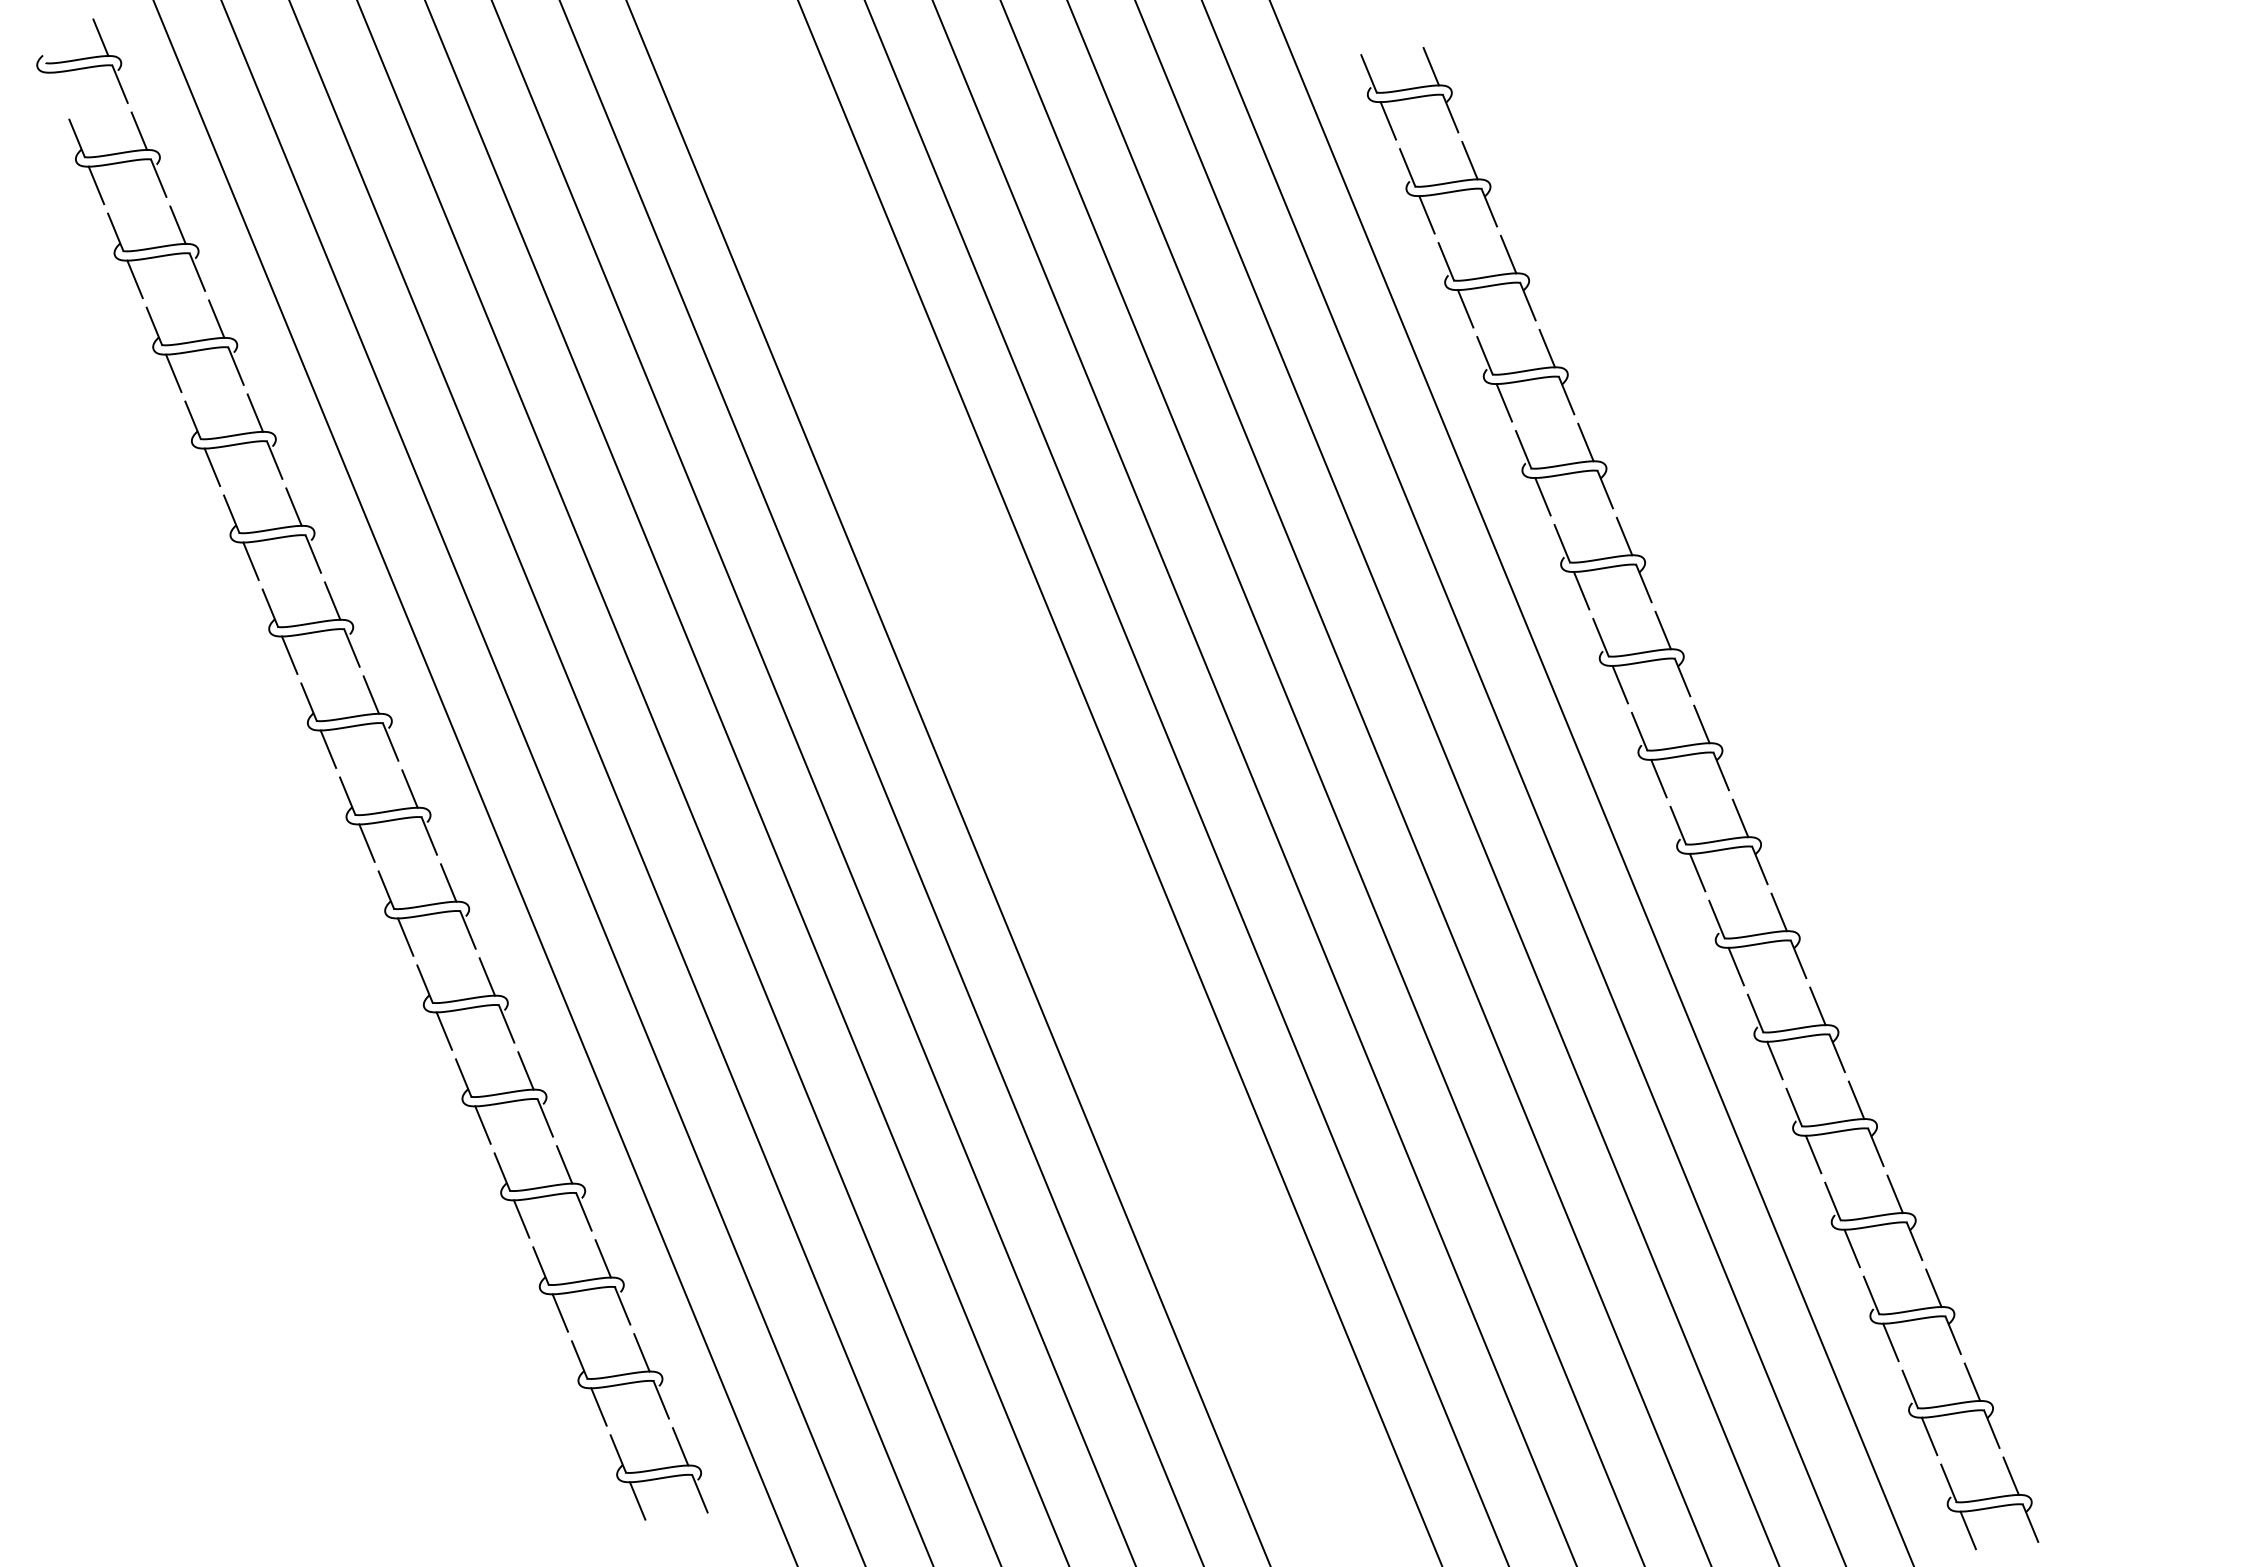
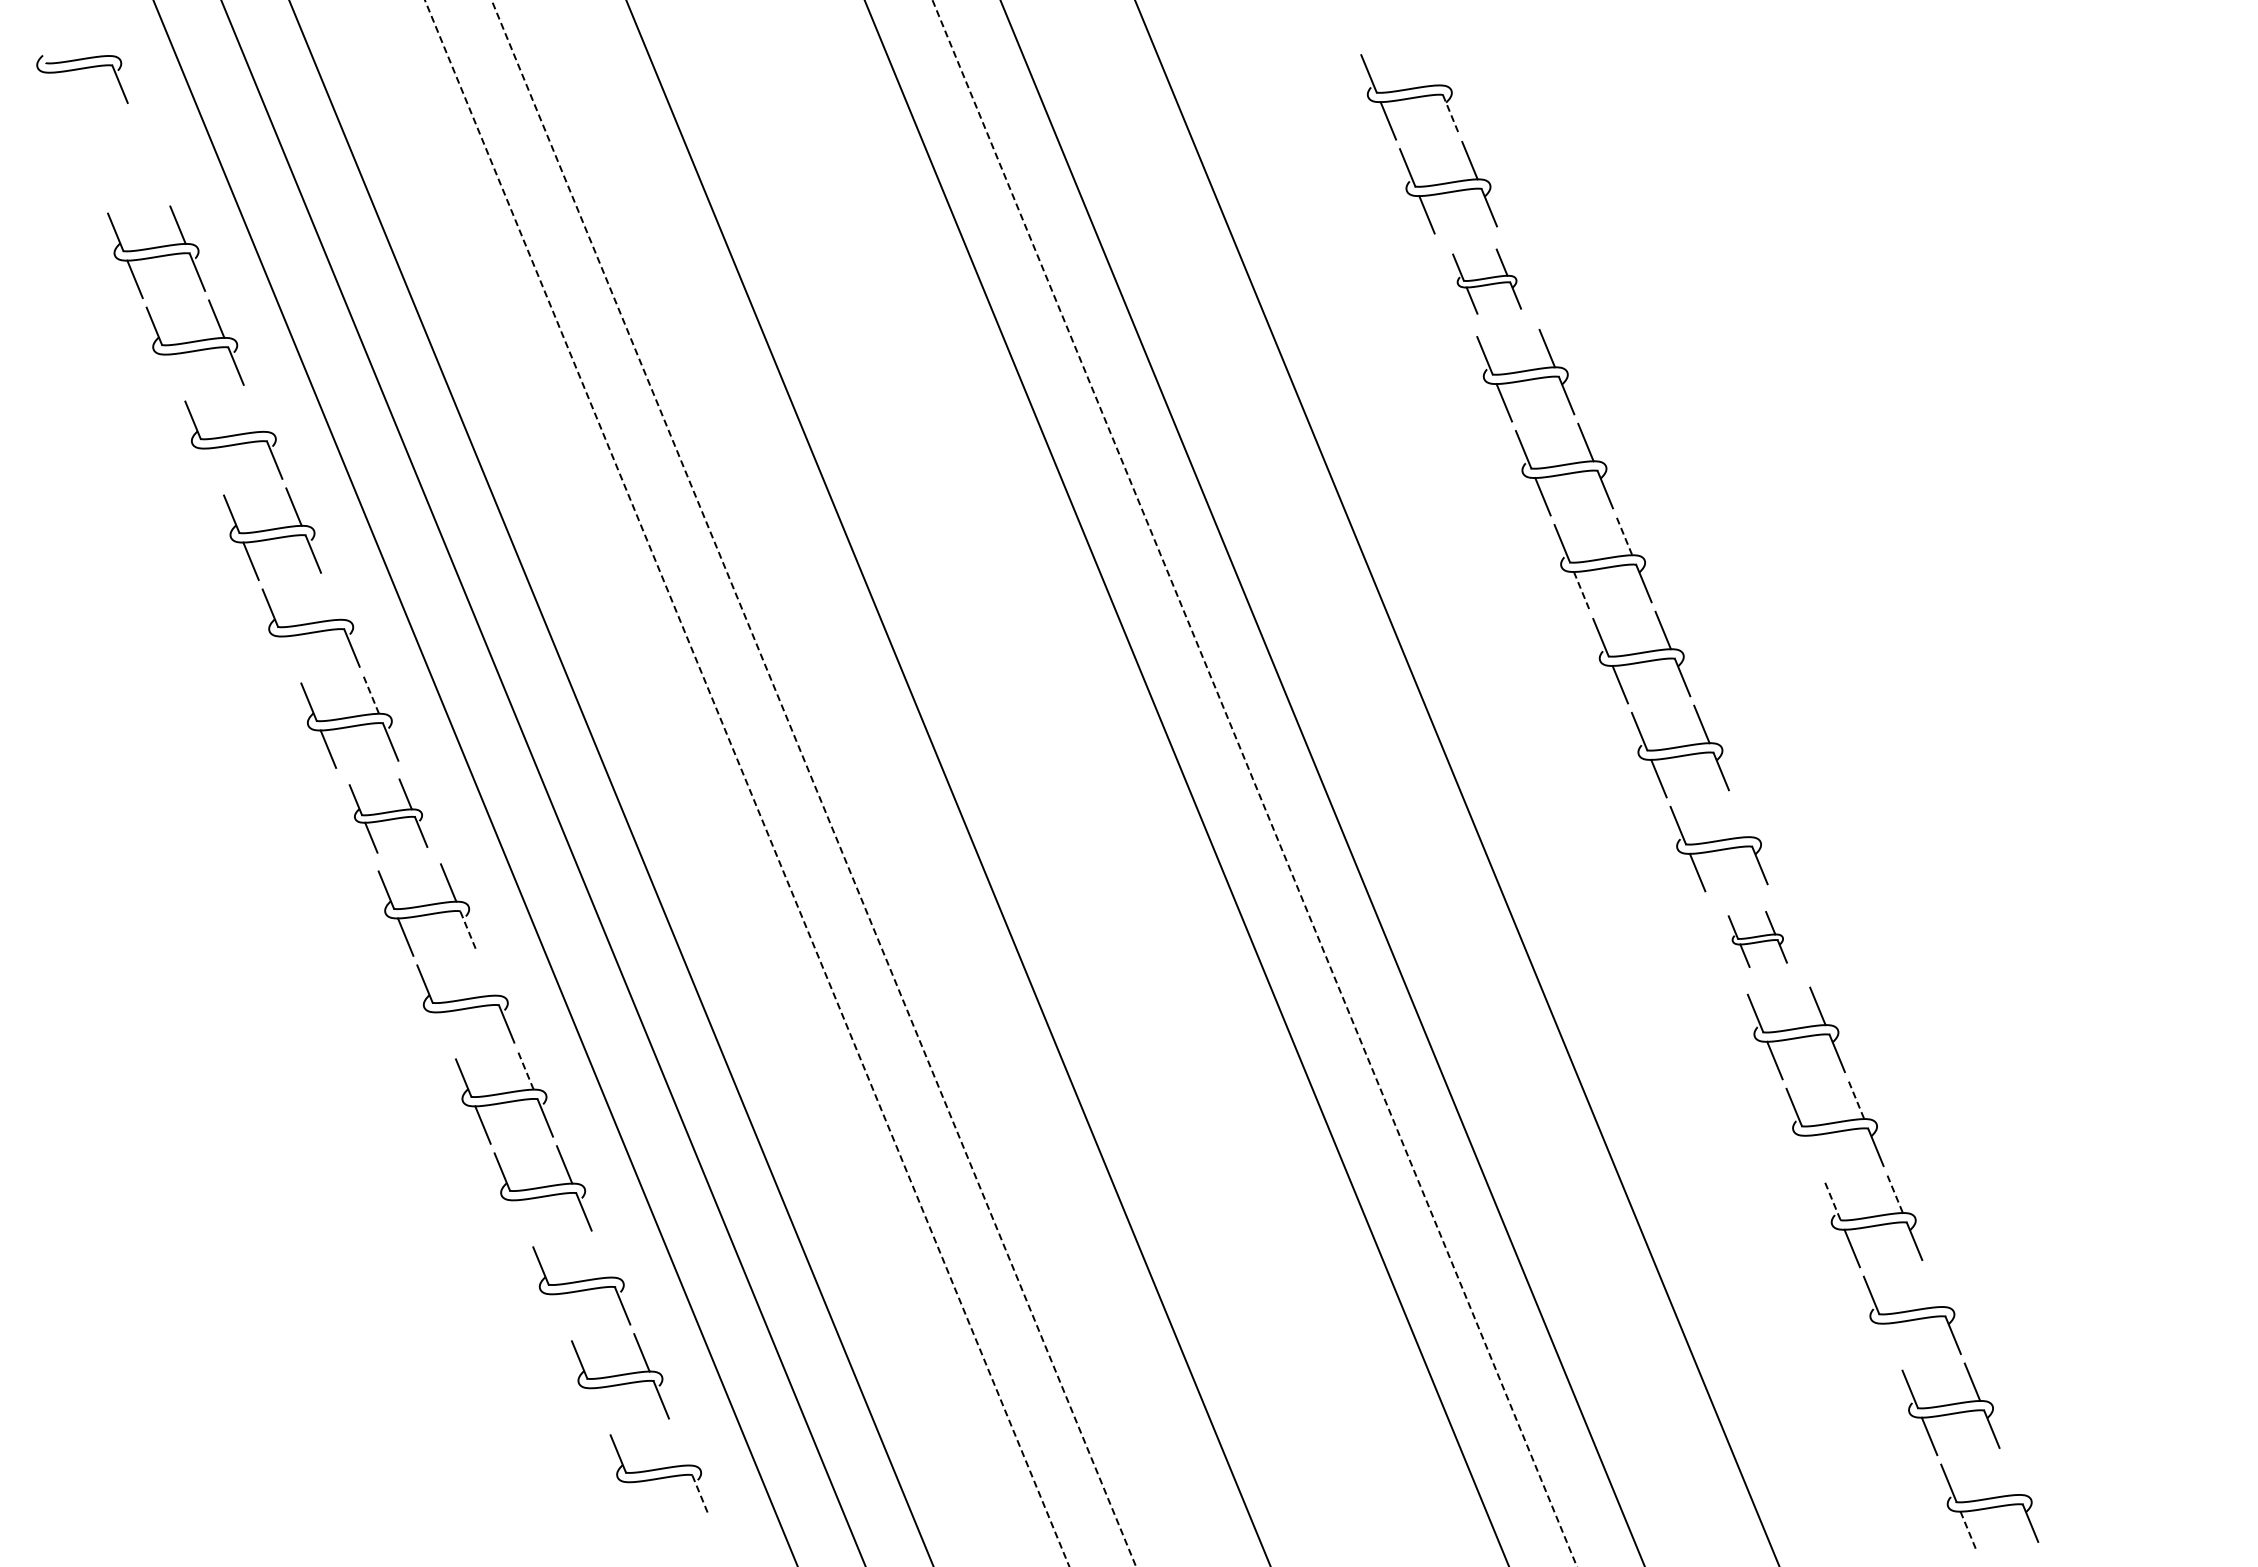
line at (100, 37): present -> none
line at (1431, 66): present -> none
line at (1450, 114): solid -> dashed
part at (117, 158): present -> none
part at (1486, 281) size: 100x95 px -> 70x67 px
line at (173, 373): present -> none
line at (255, 412): present -> none
line at (212, 467): present -> none
line at (1624, 537): solid -> dashed
line at (1581, 591): solid -> dashed
line at (332, 600): present -> none
line at (289, 654): present -> none
line at (371, 694): solid -> dashed
line at (678, 782): present -> none
line at (746, 782): solid -> dashed
line at (881, 782): present -> none
line at (1119, 782): present -> none
line at (1388, 782): present -> none
line at (1523, 782): present -> none
line at (1591, 782): present -> none
line at (813, 783): solid -> dashed
line at (1254, 783): solid -> dashed
part at (388, 815) size: 99x94 px -> 81x76 px
line at (1740, 818): present -> none
line at (467, 929): solid -> dashed
part at (1757, 939) size: 100x95 px -> 61x57 px
line at (487, 976): present -> none
line at (444, 1030): present -> none
line at (525, 1070): solid -> dashed
line at (1856, 1100): solid -> dashed
line at (1813, 1154): present -> none
line at (1895, 1194): solid -> dashed
line at (1833, 1201): solid -> dashed
line at (521, 1218): present -> none
line at (602, 1258): present -> none
line at (1933, 1288): present -> none
line at (560, 1312): present -> none
line at (1890, 1342): present -> none
line at (598, 1406): present -> none
line at (680, 1446): present -> none
line at (2010, 1475): present -> none
line at (699, 1493): solid -> dashed
line at (637, 1500): present -> none
line at (1968, 1530): solid -> dashed
